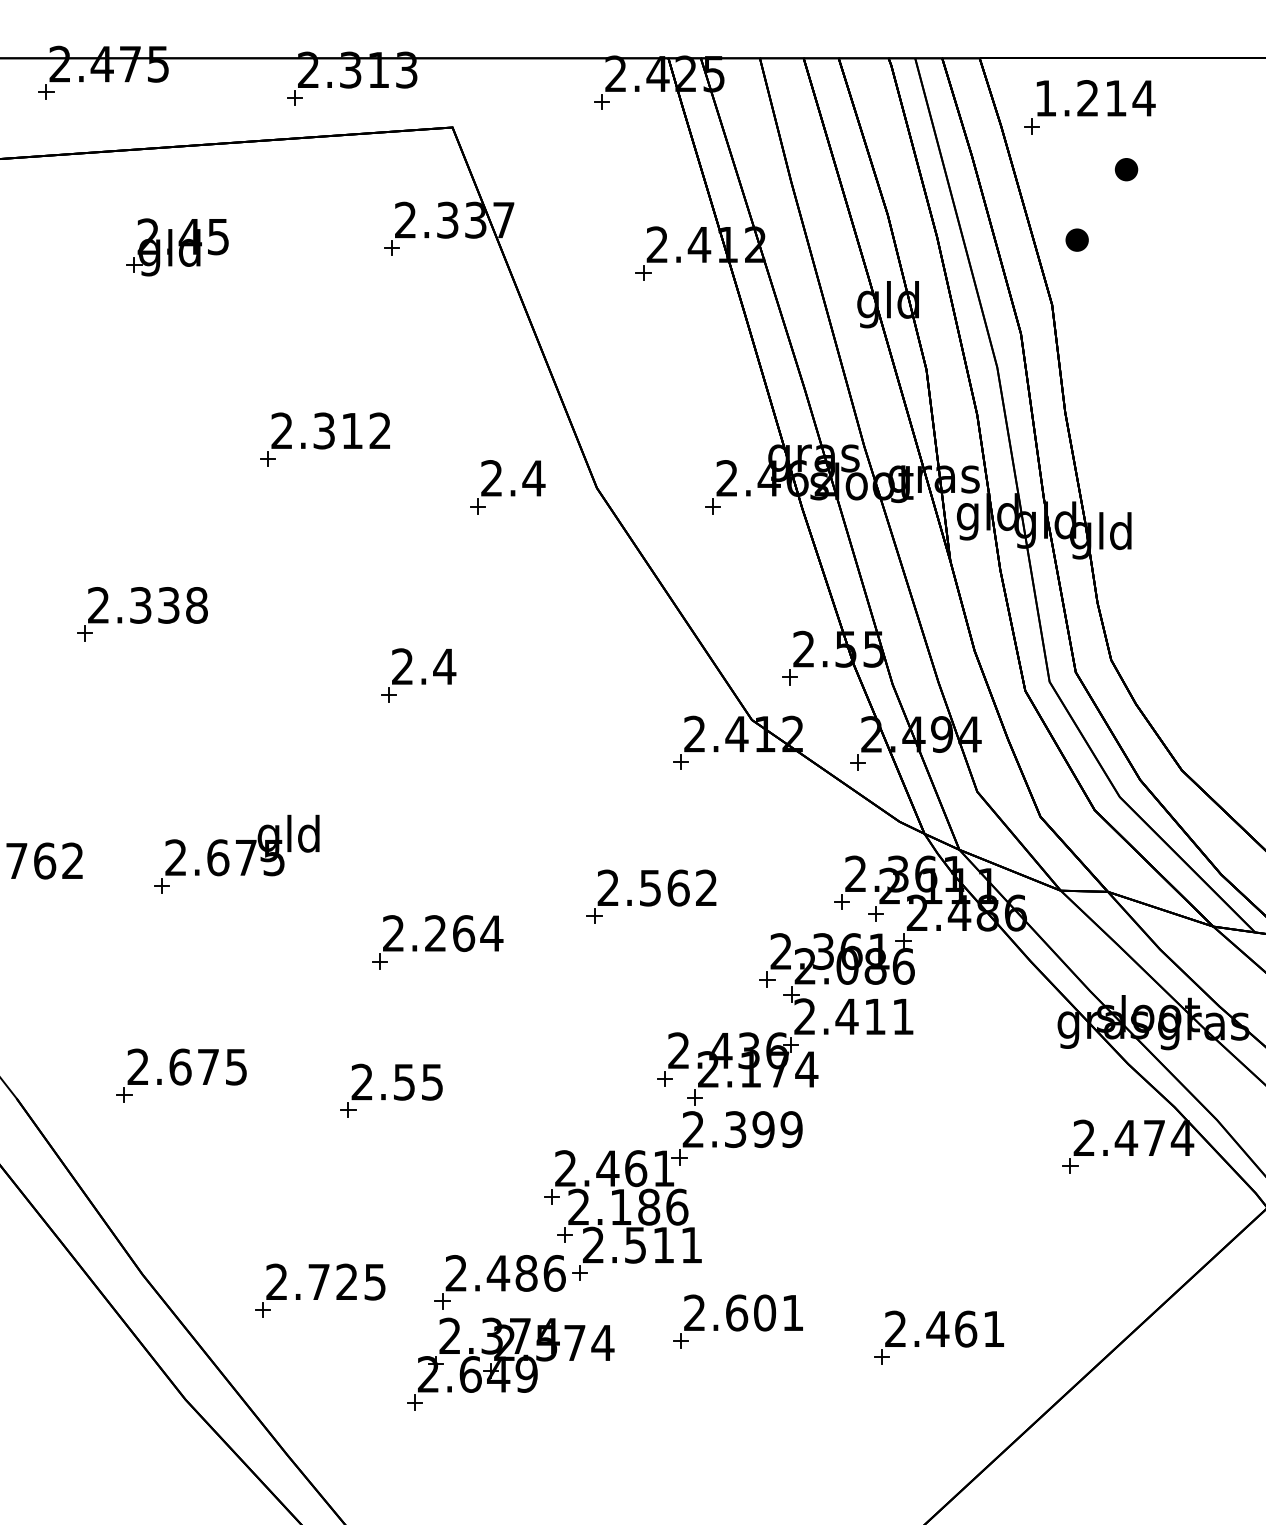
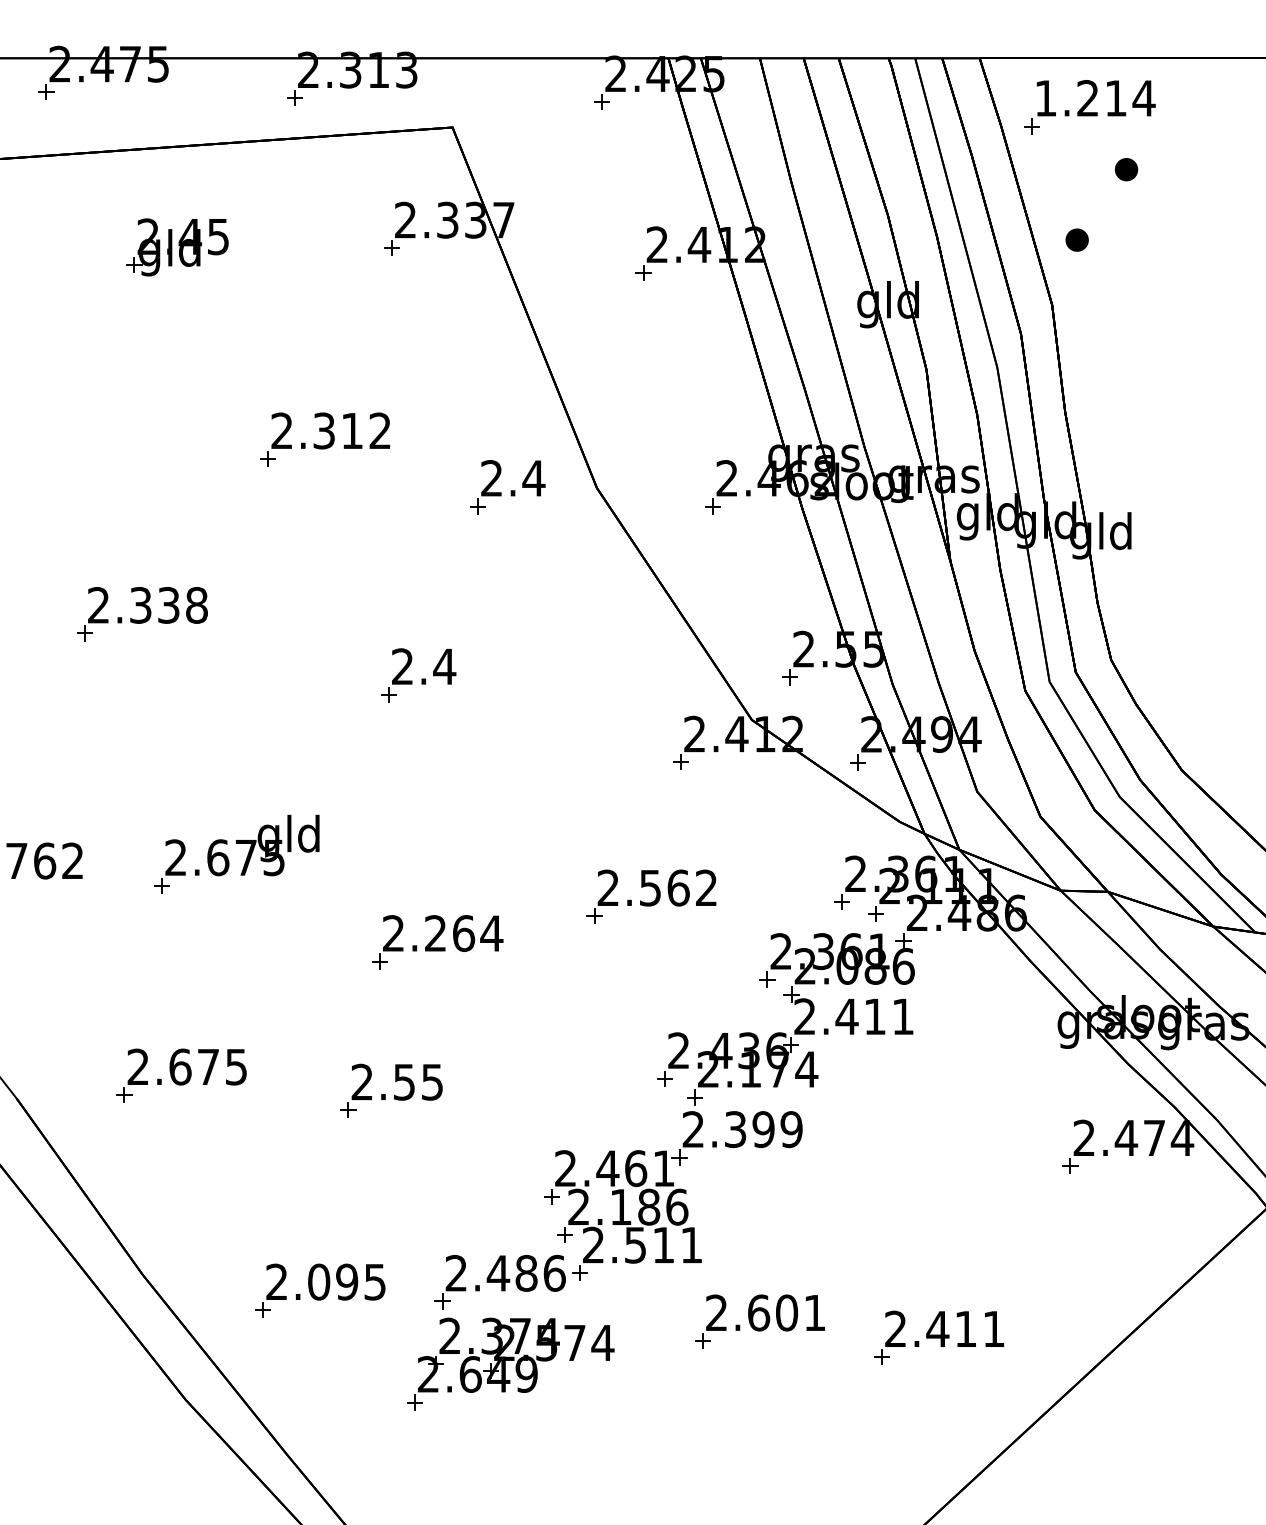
text at (333, 1281): 2.725 -> 2.095
part at (737, 1321) position: (737, 1321) -> (759, 1321)
text at (966, 1328): 2.461 -> 2.411
